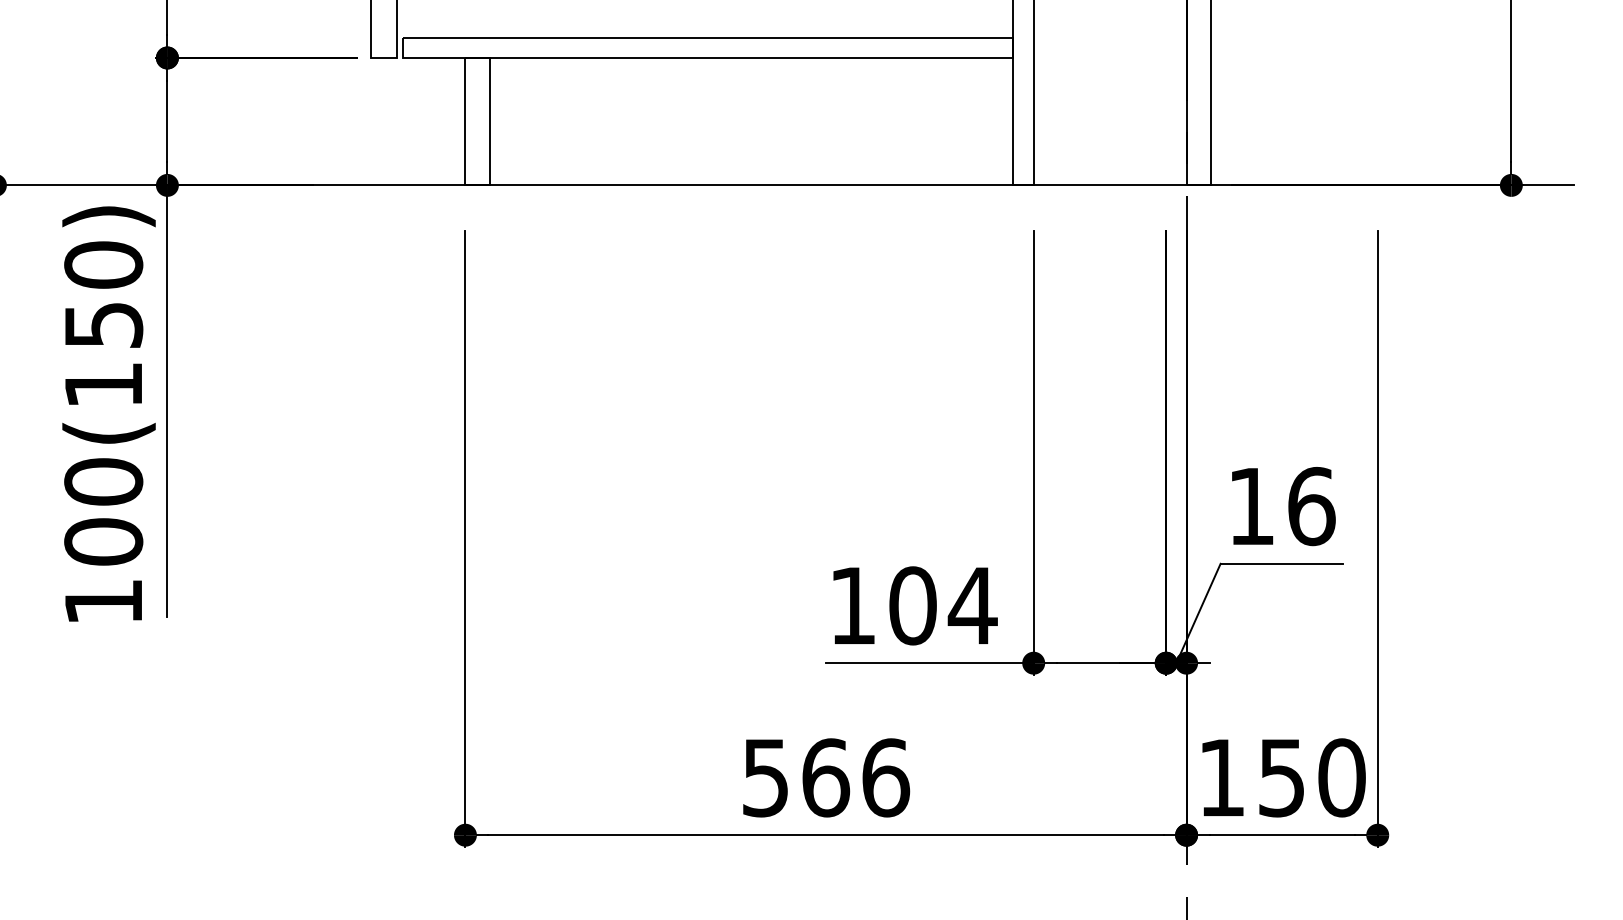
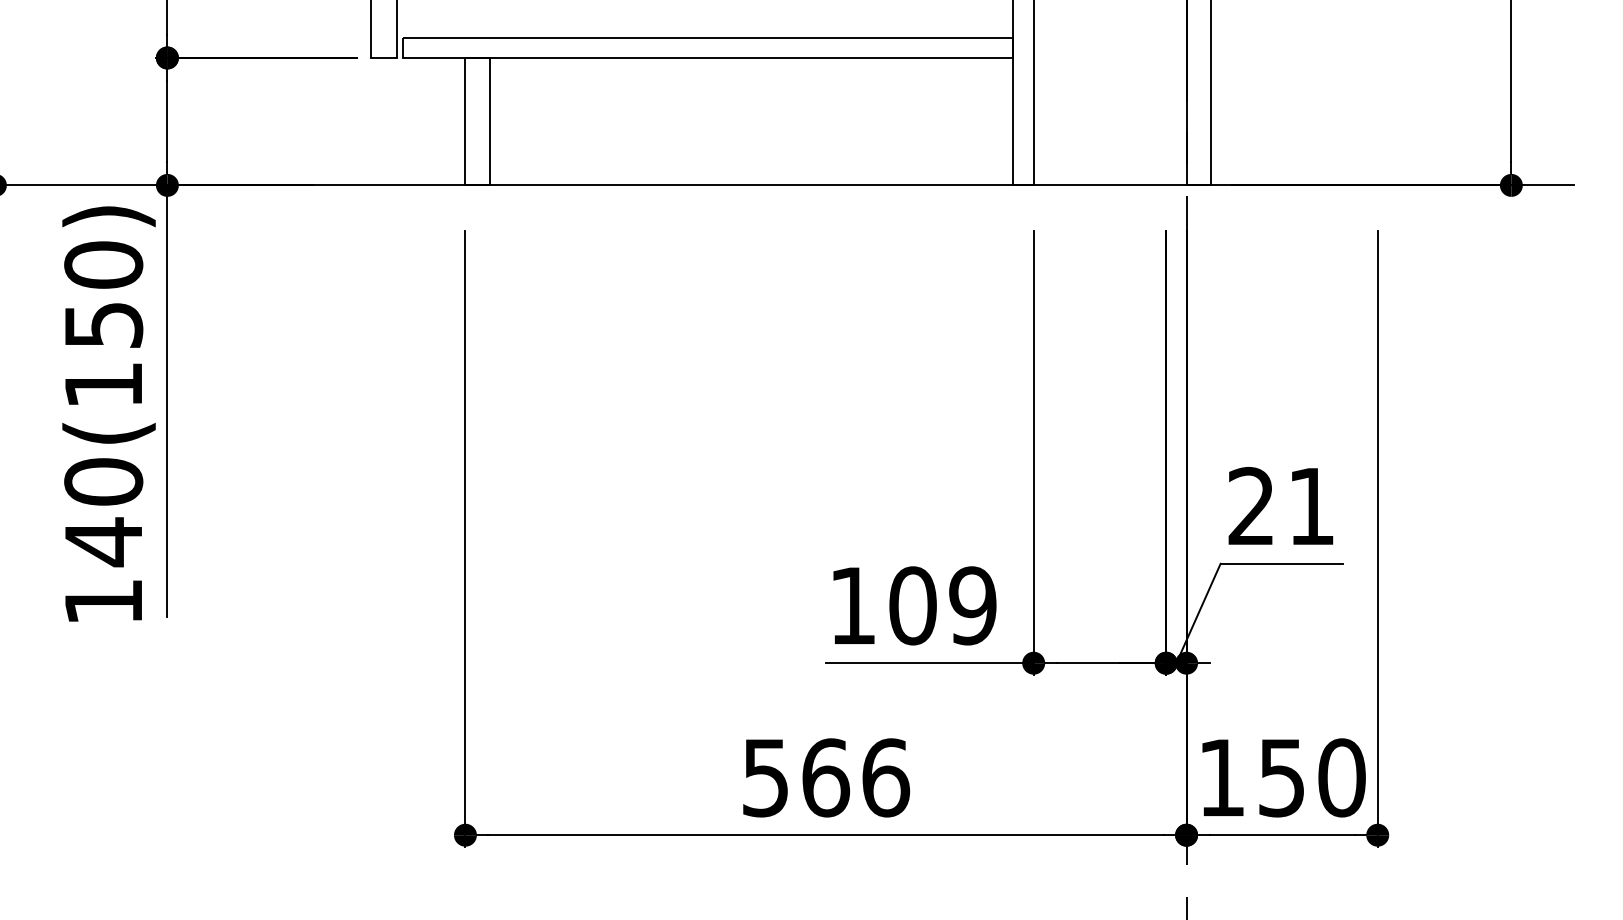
text at (1281, 506): 16 -> 21
text at (103, 542): 100(150) -> 140(150)
text at (972, 605): 104 -> 109
